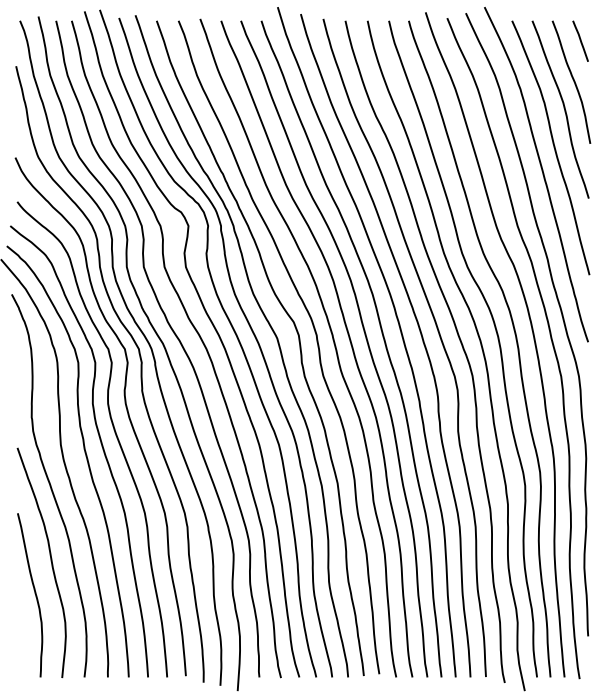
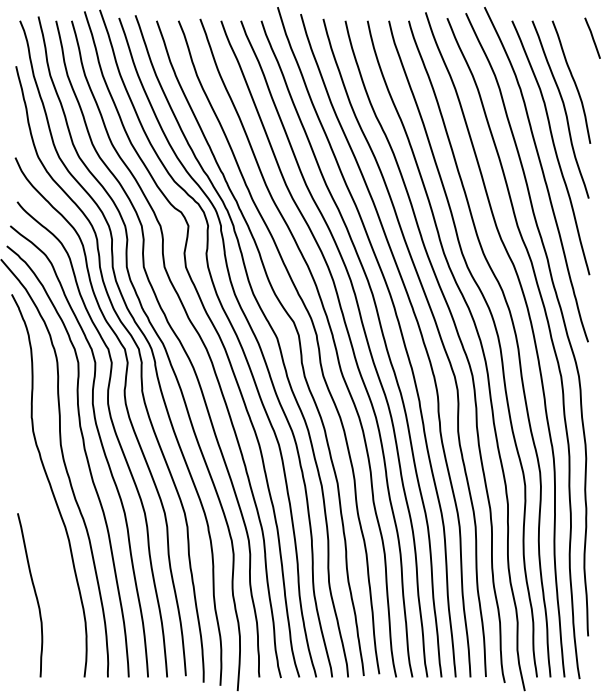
line at (580, 40) position: (580, 40) -> (592, 37)
curve at (50, 561): present -> none
